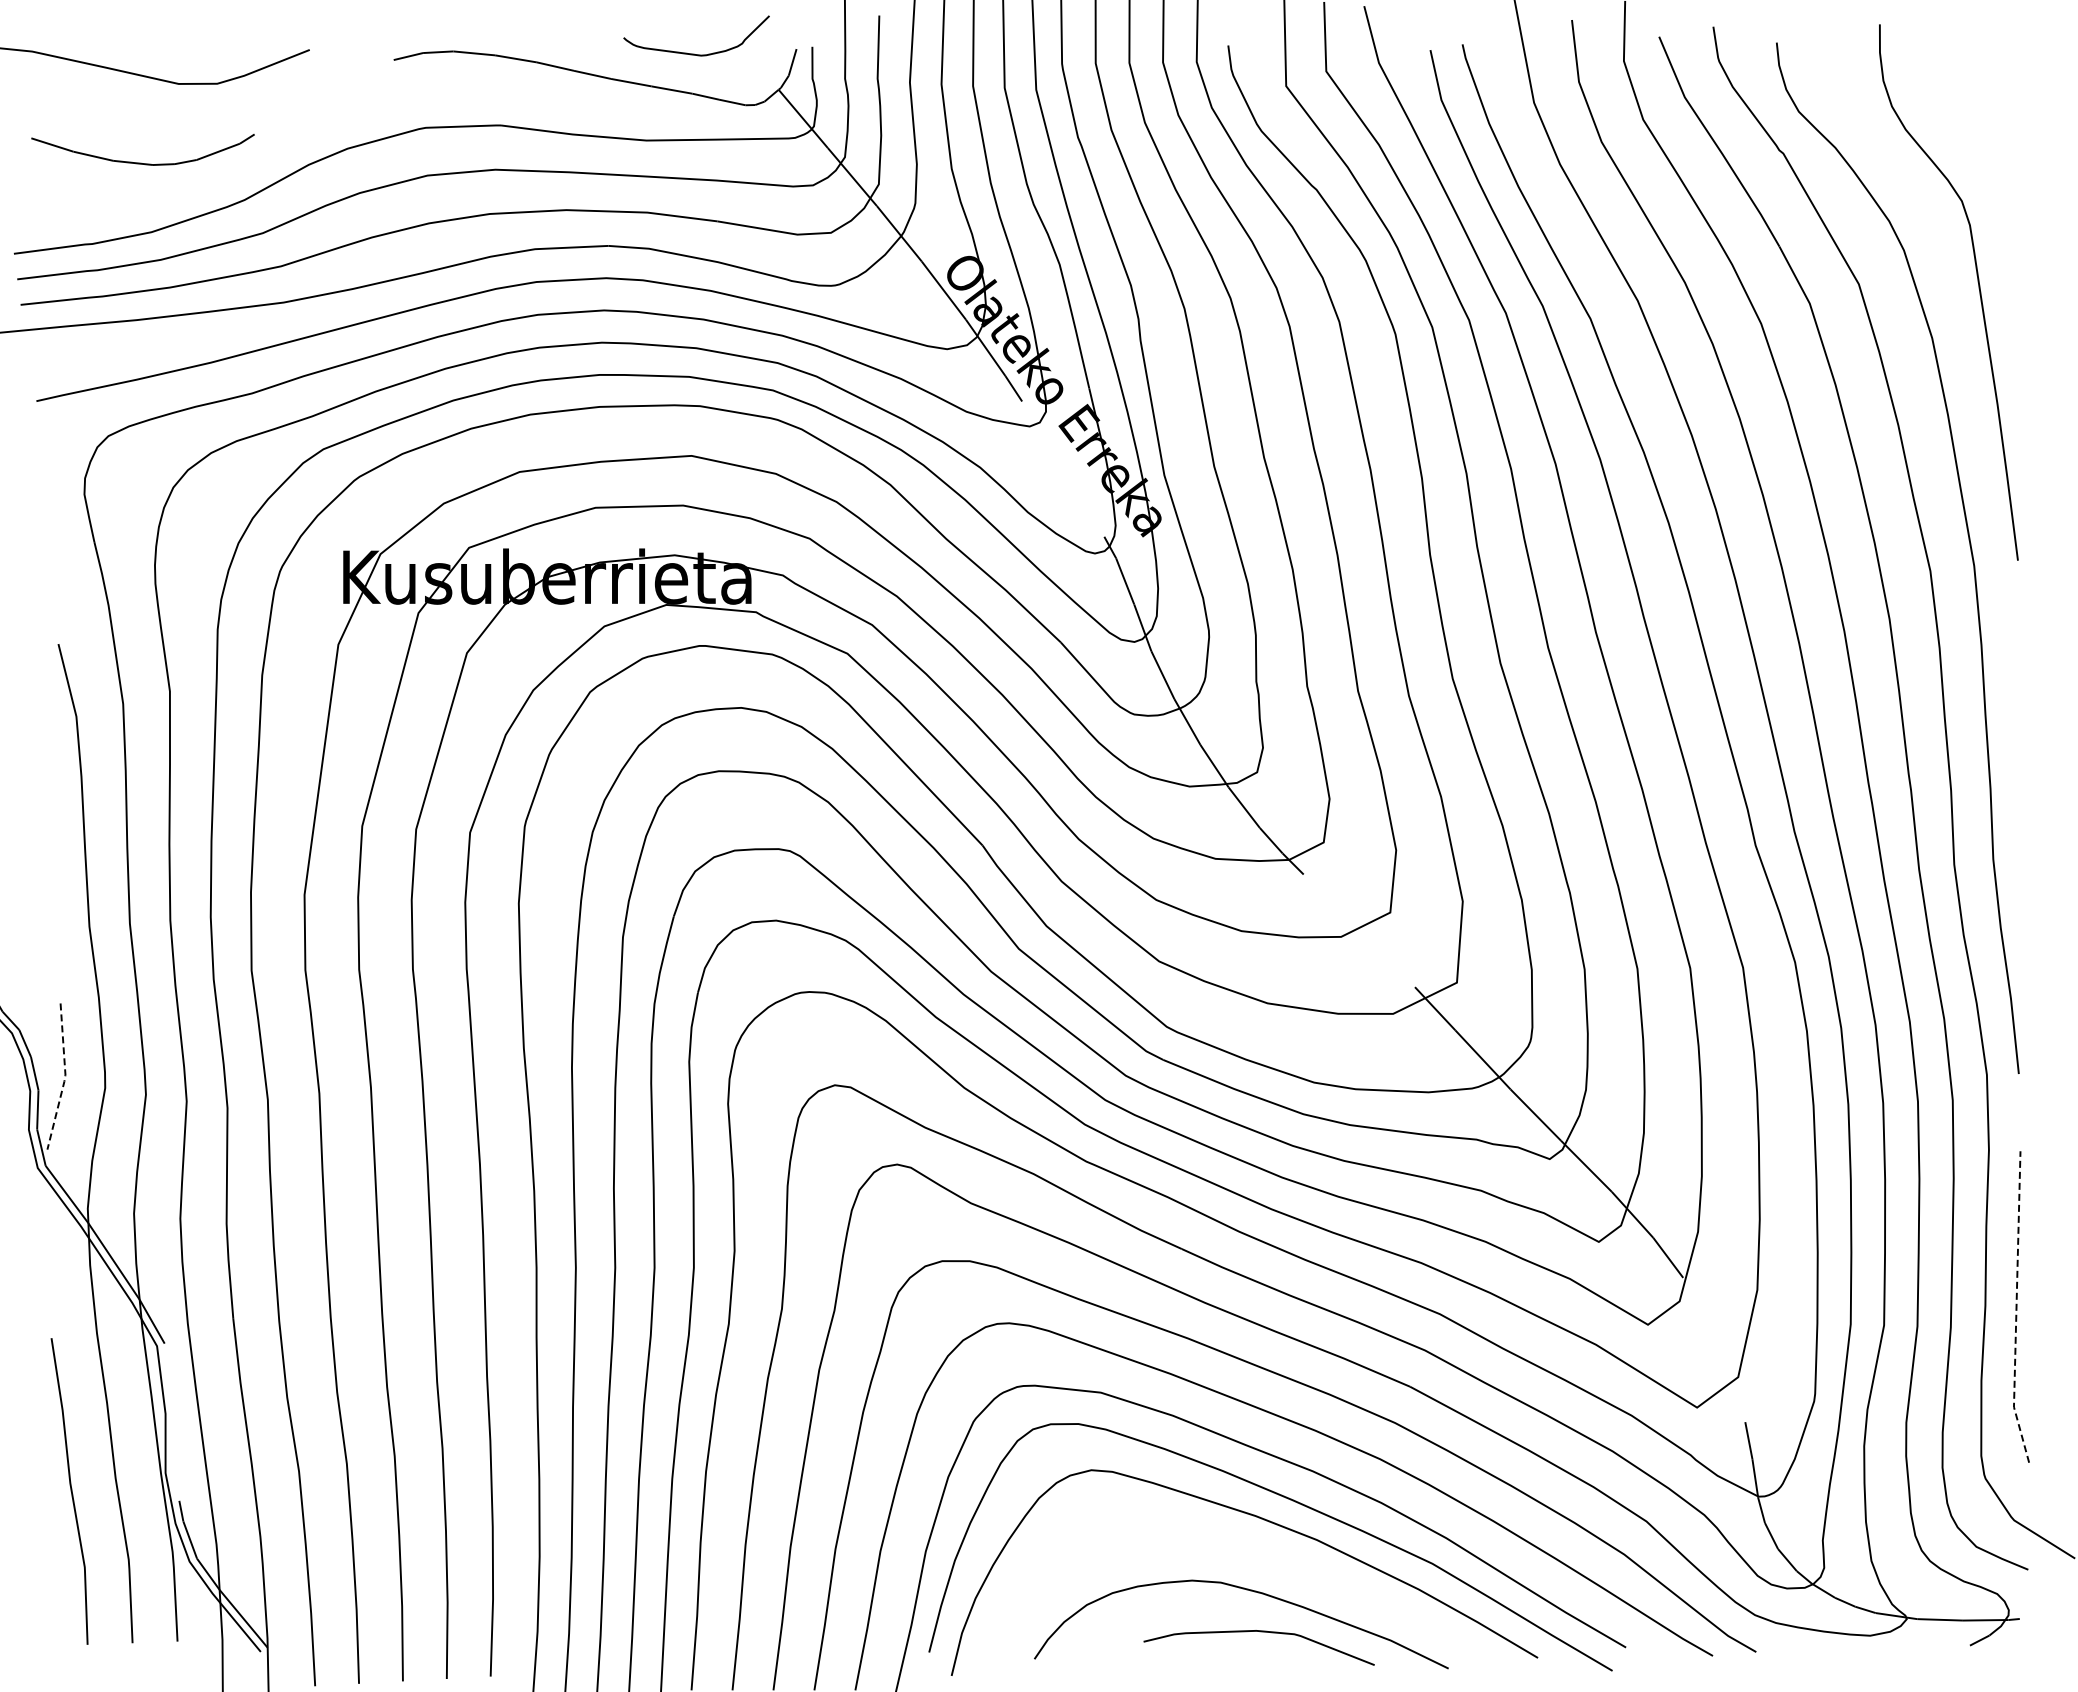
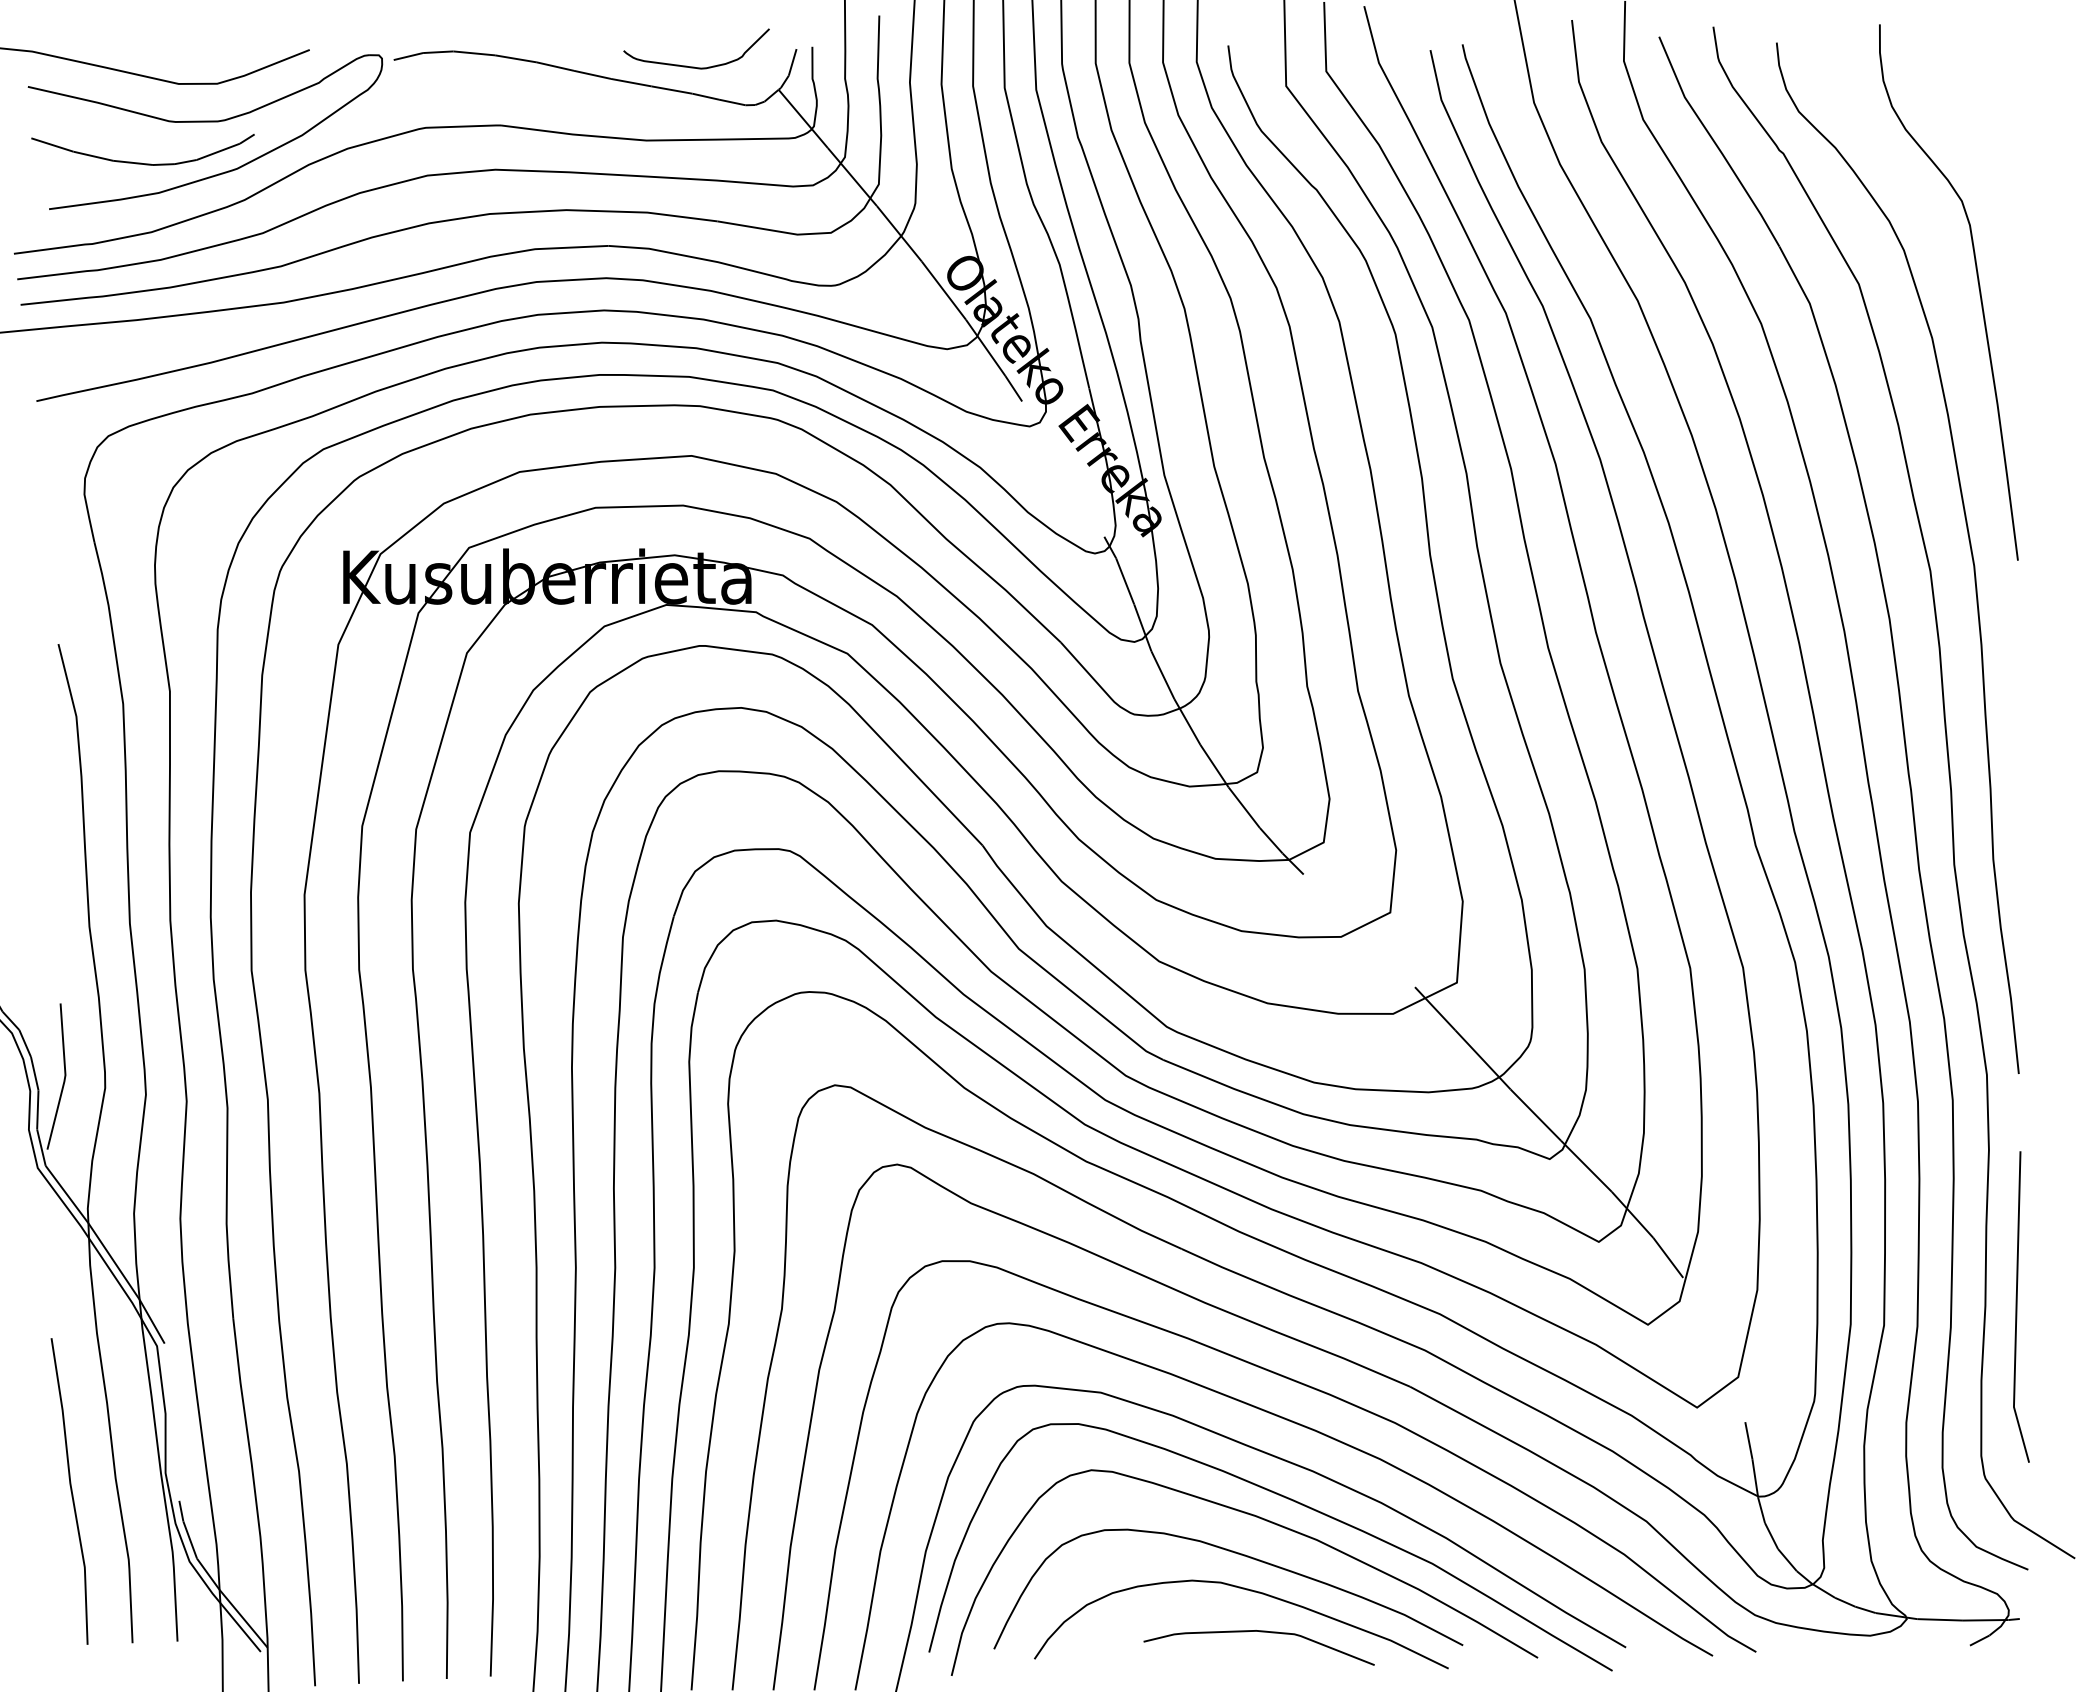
curve at (694, 53) position: (694, 53) -> (694, 66)
part at (205, 122): none -> present
line at (65, 1077): dashed -> solid
line at (2016, 1308): dashed -> solid
curve at (1240, 1555): none -> present
